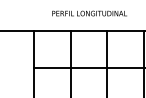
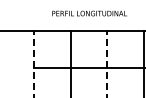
line at (34, 64): solid -> dashed
line at (107, 64): solid -> dashed
